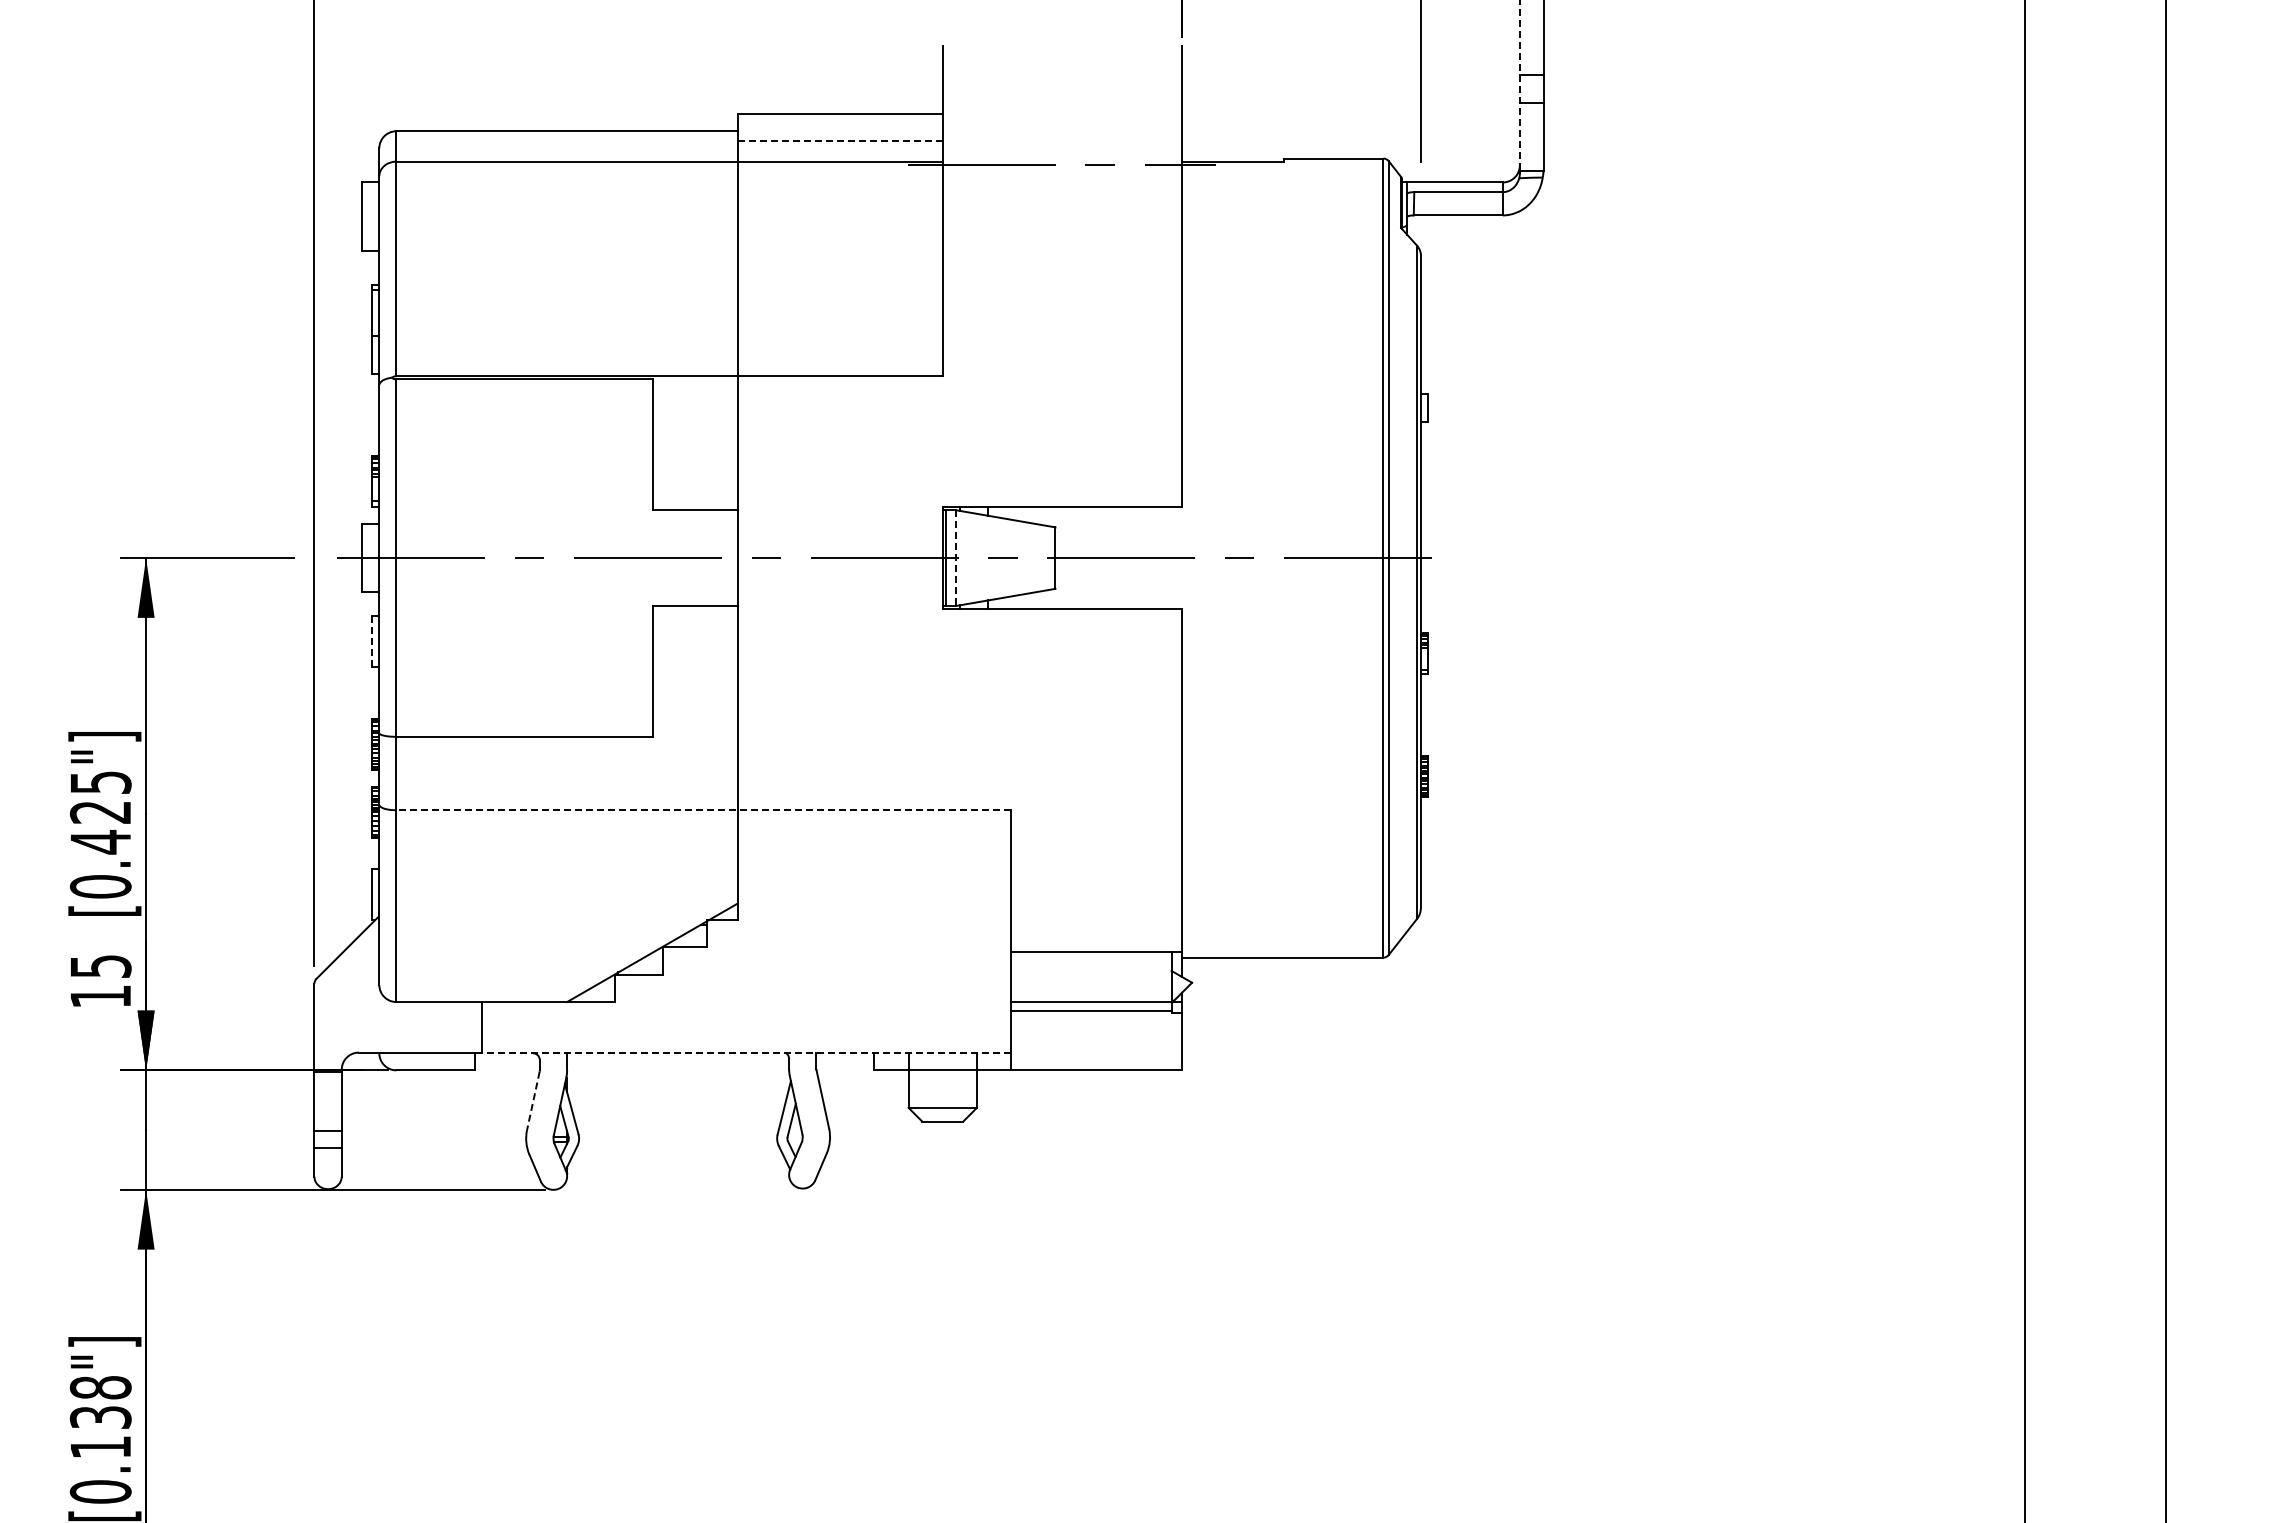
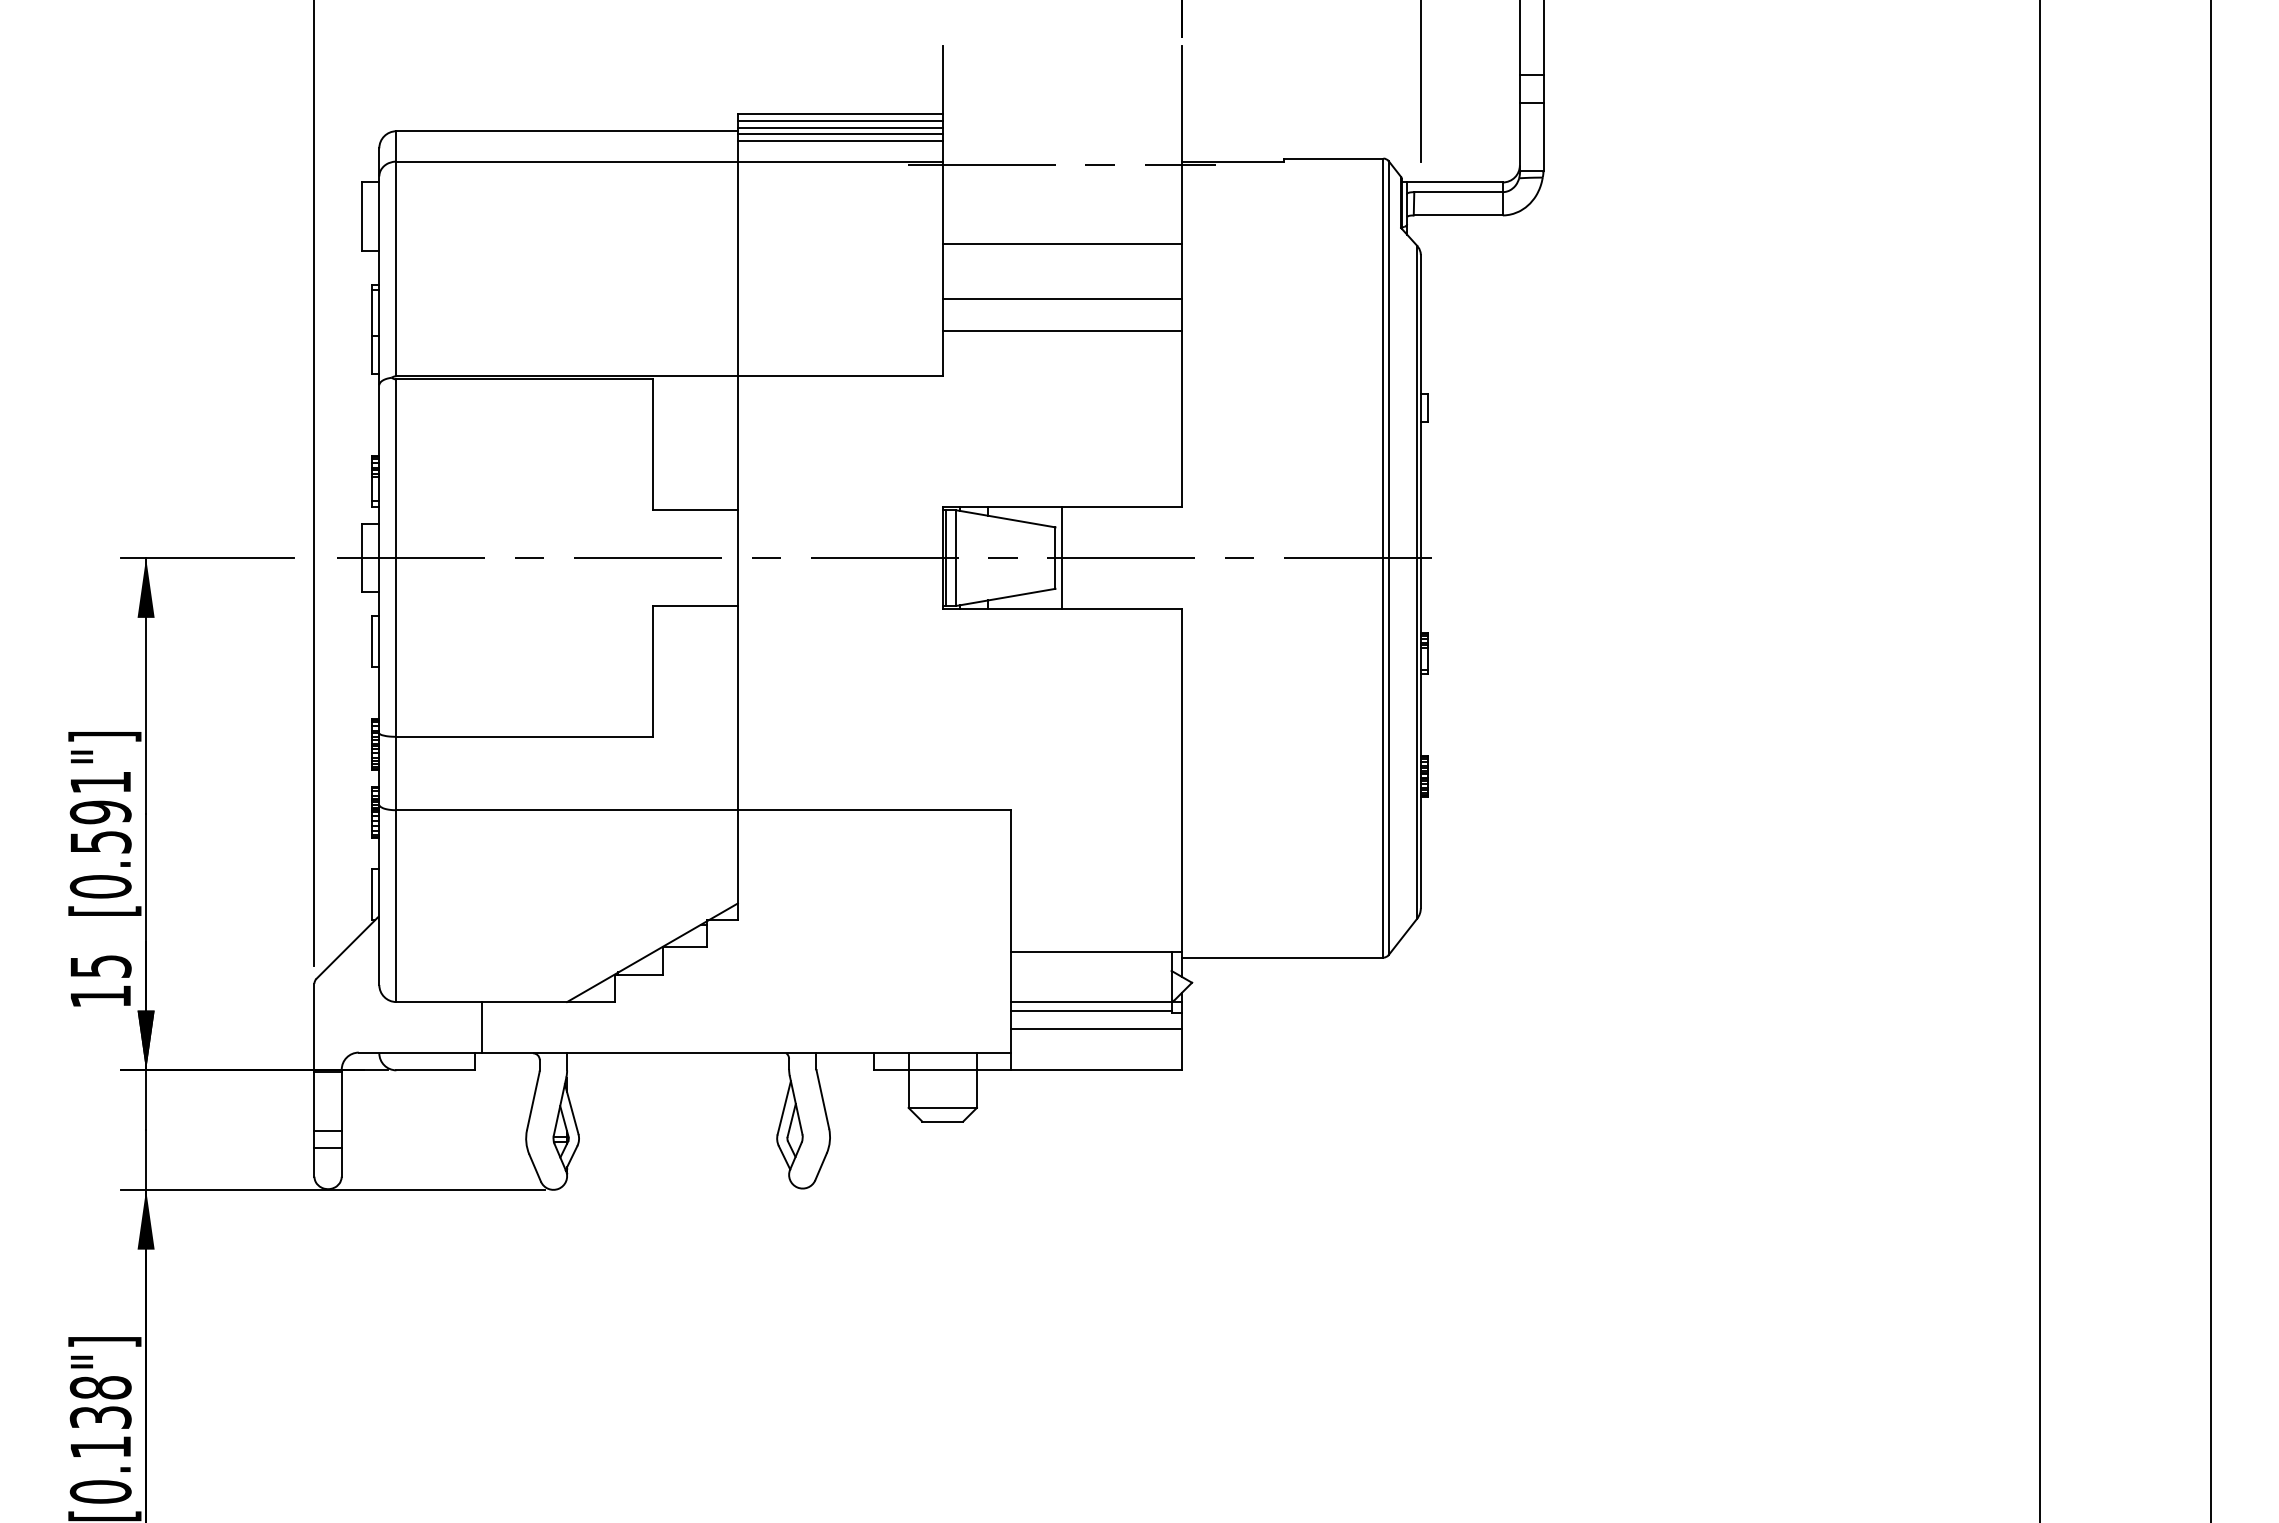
line at (1519, 86): dashed -> solid
line at (839, 121): none -> present
line at (839, 128): none -> present
line at (839, 134): none -> present
line at (839, 141): dashed -> solid
line at (1061, 243): none -> present
line at (1061, 298): none -> present
line at (1061, 330): none -> present
line at (1062, 557): none -> present
line at (956, 558): dashed -> solid
line at (372, 641): dashed -> solid
line at (2024, 760) position: (2024, 760) -> (2039, 760)
line at (2165, 760) position: (2165, 760) -> (2210, 760)
line at (703, 810): dashed -> solid
text at (100, 812): [0.425"] -> [0.591"]
line at (1096, 1029): none -> present
line at (746, 1053): dashed -> solid
line at (533, 1100): dashed -> solid
